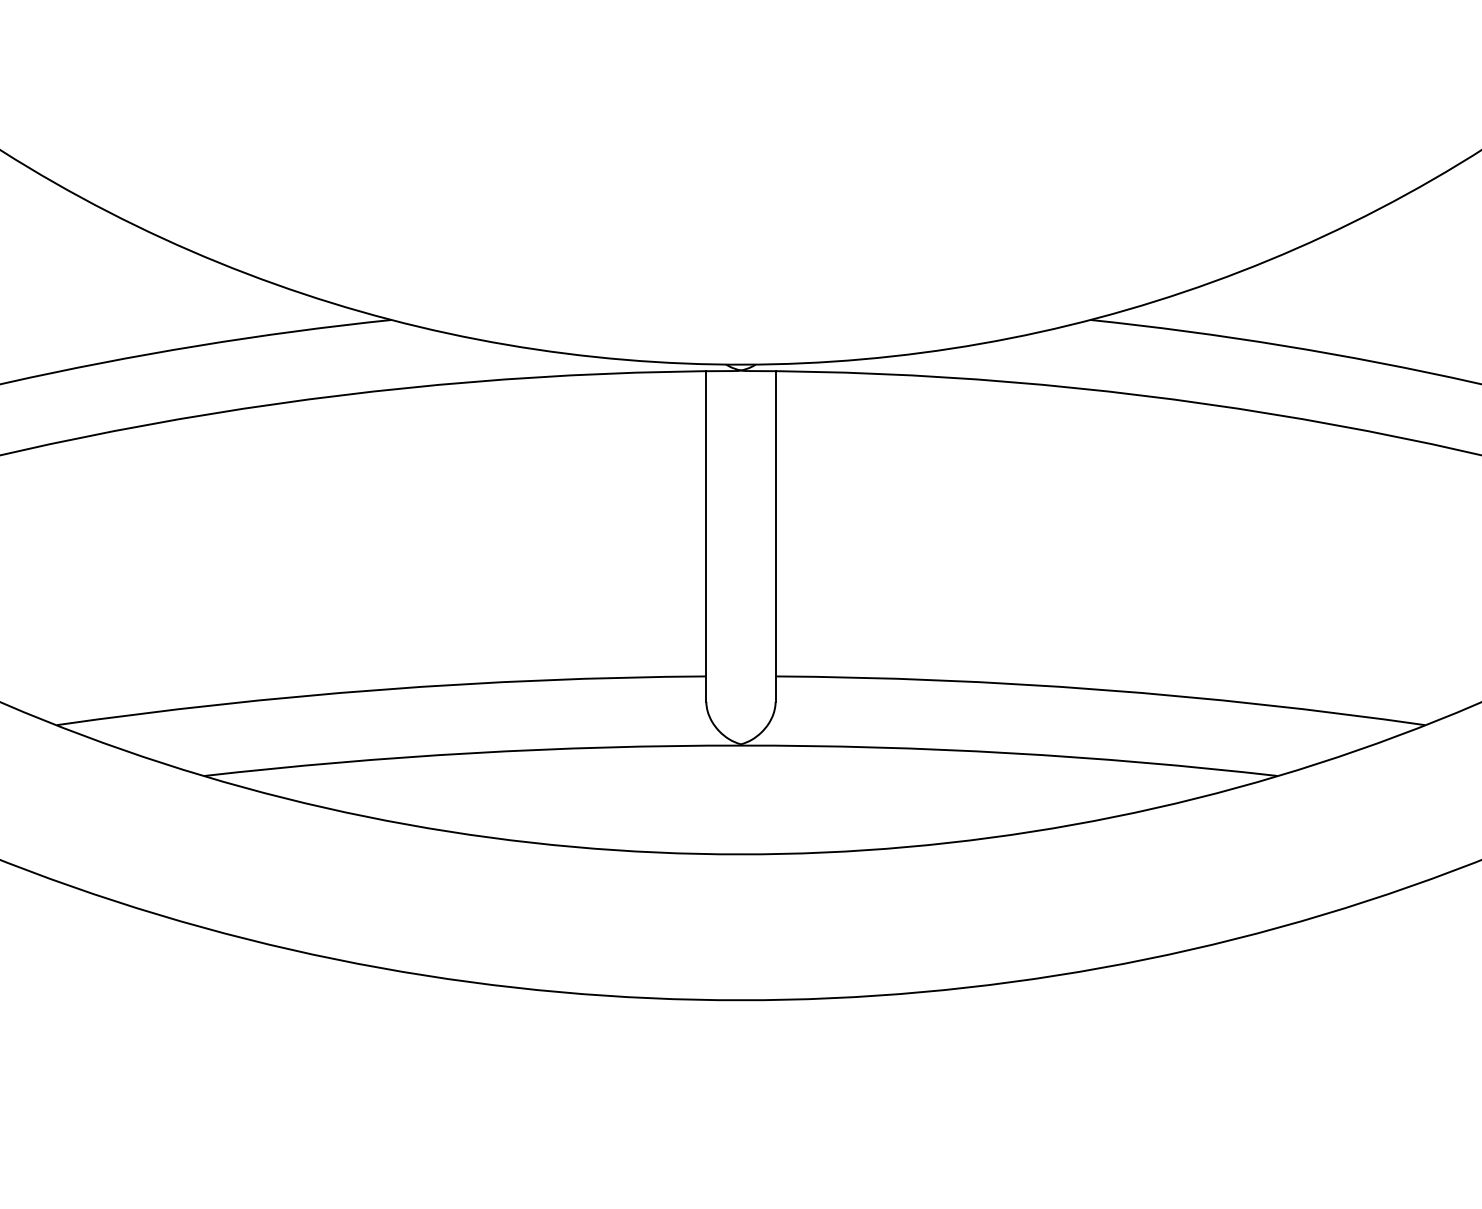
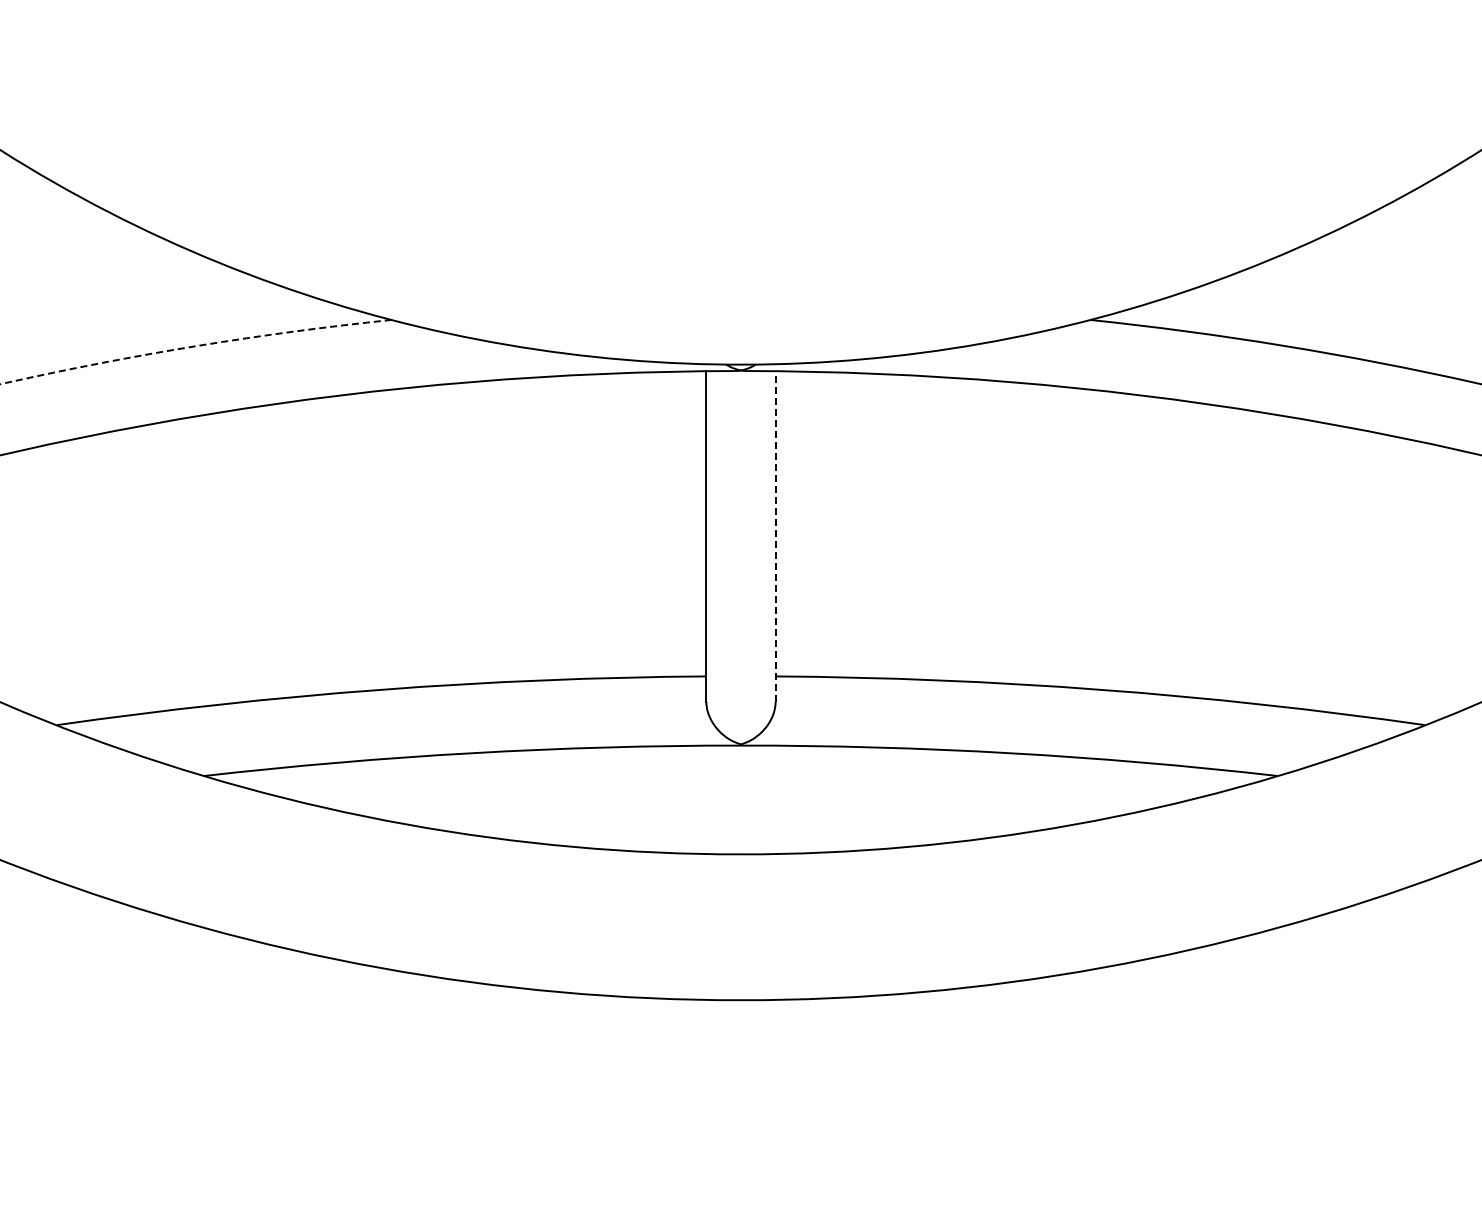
arc at (195, 346): solid -> dashed
line at (775, 536): solid -> dashed
